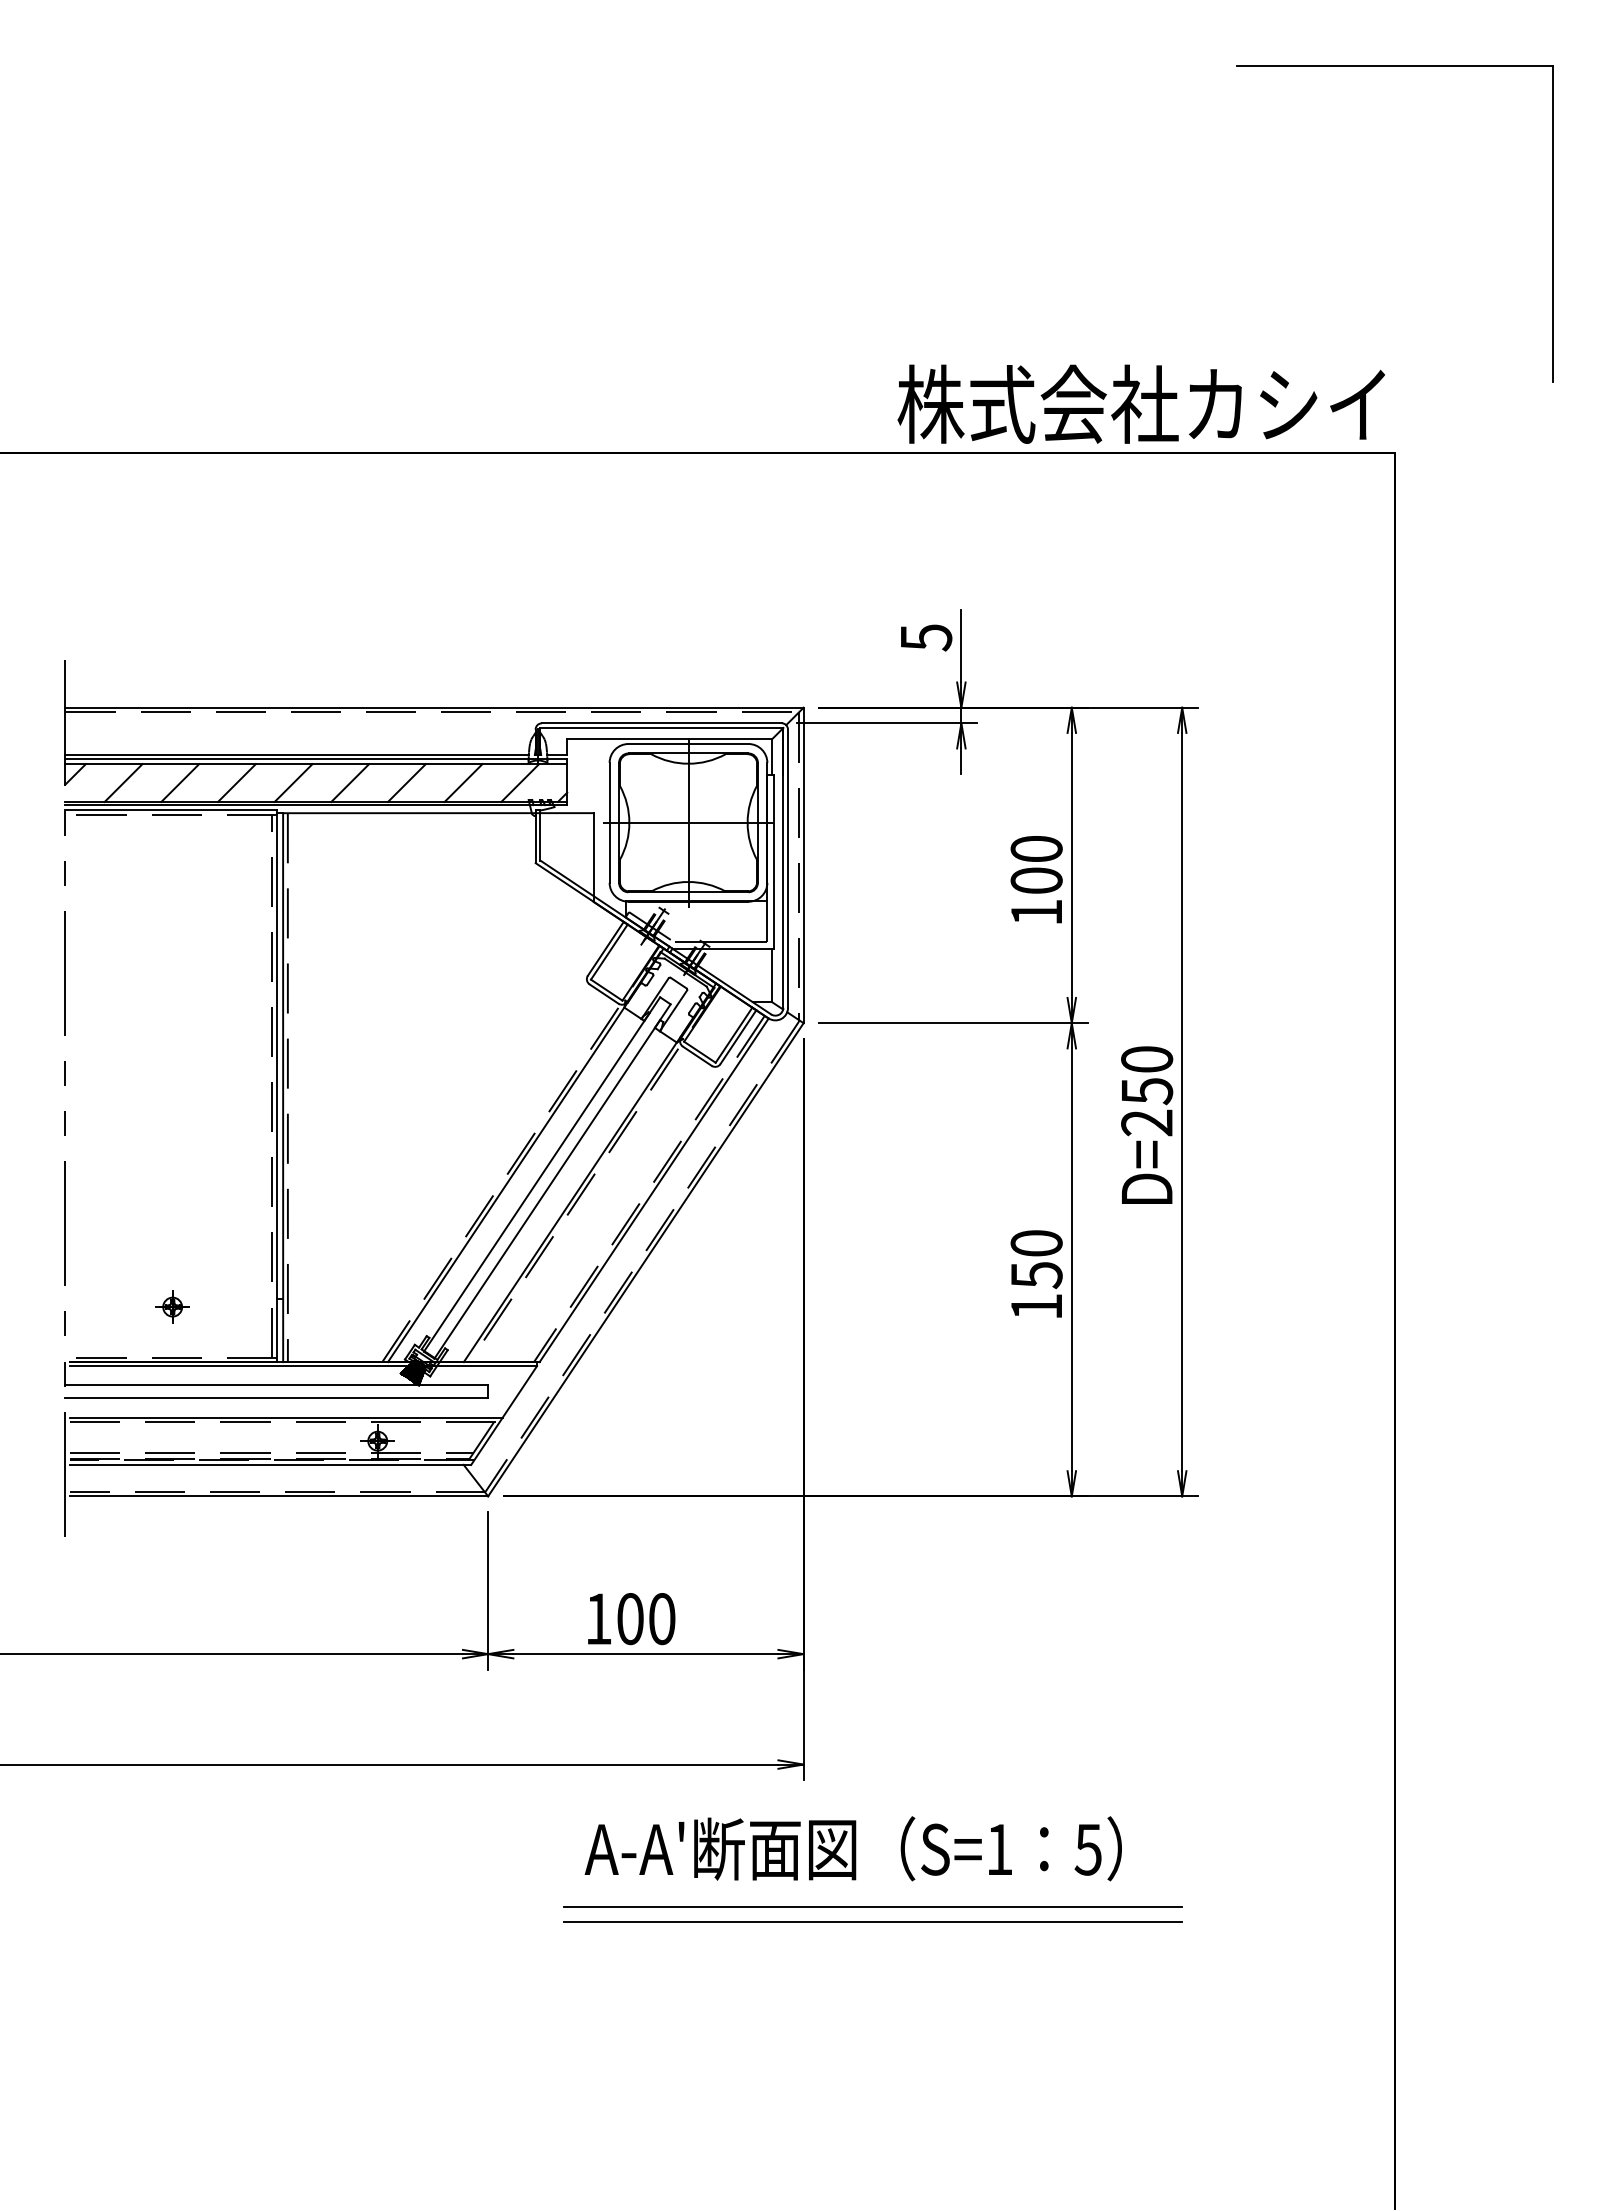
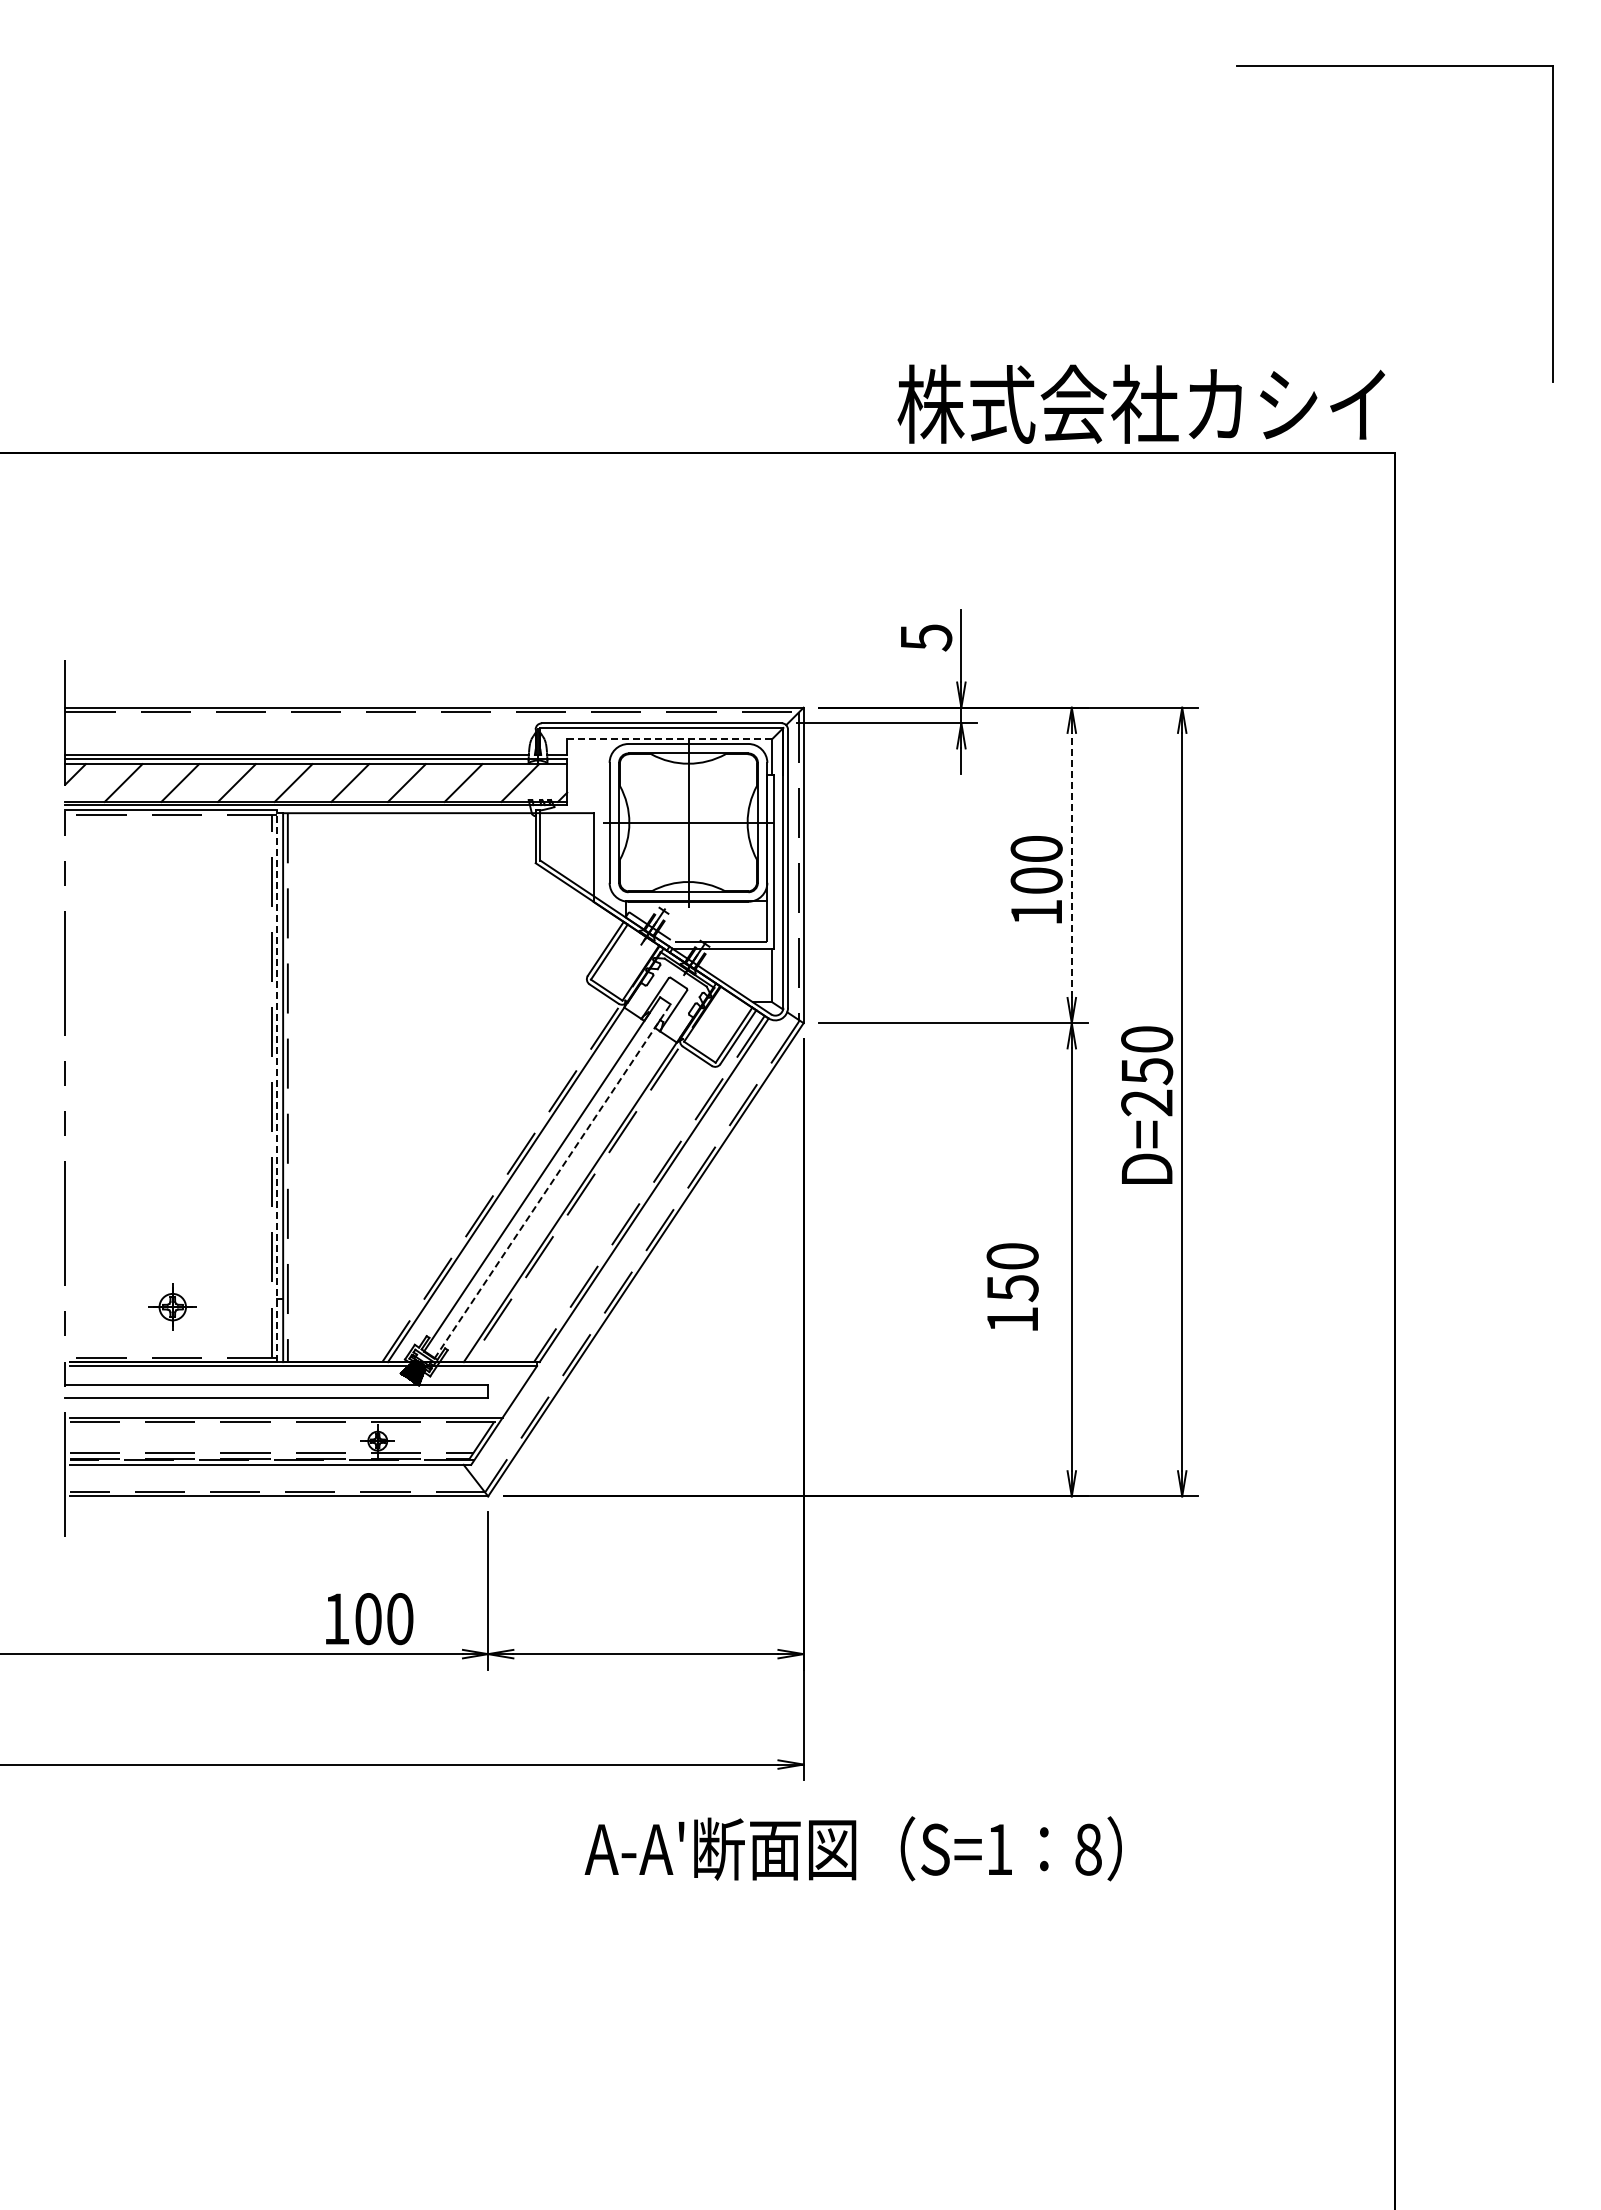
line at (669, 739): solid -> dashed
line at (1071, 864): solid -> dashed
line at (276, 1085): solid -> dashed
text at (1147, 1124) position: (1147, 1124) -> (1147, 1104)
line at (552, 1181): solid -> dashed
text at (1036, 1273) position: (1036, 1273) -> (1012, 1286)
part at (172, 1306) size: 35x34 px -> 49x48 px
text at (631, 1619) position: (631, 1619) -> (369, 1619)
text at (1087, 1849): 5 -> 8
line at (872, 1906): present -> none
line at (872, 1922): present -> none
